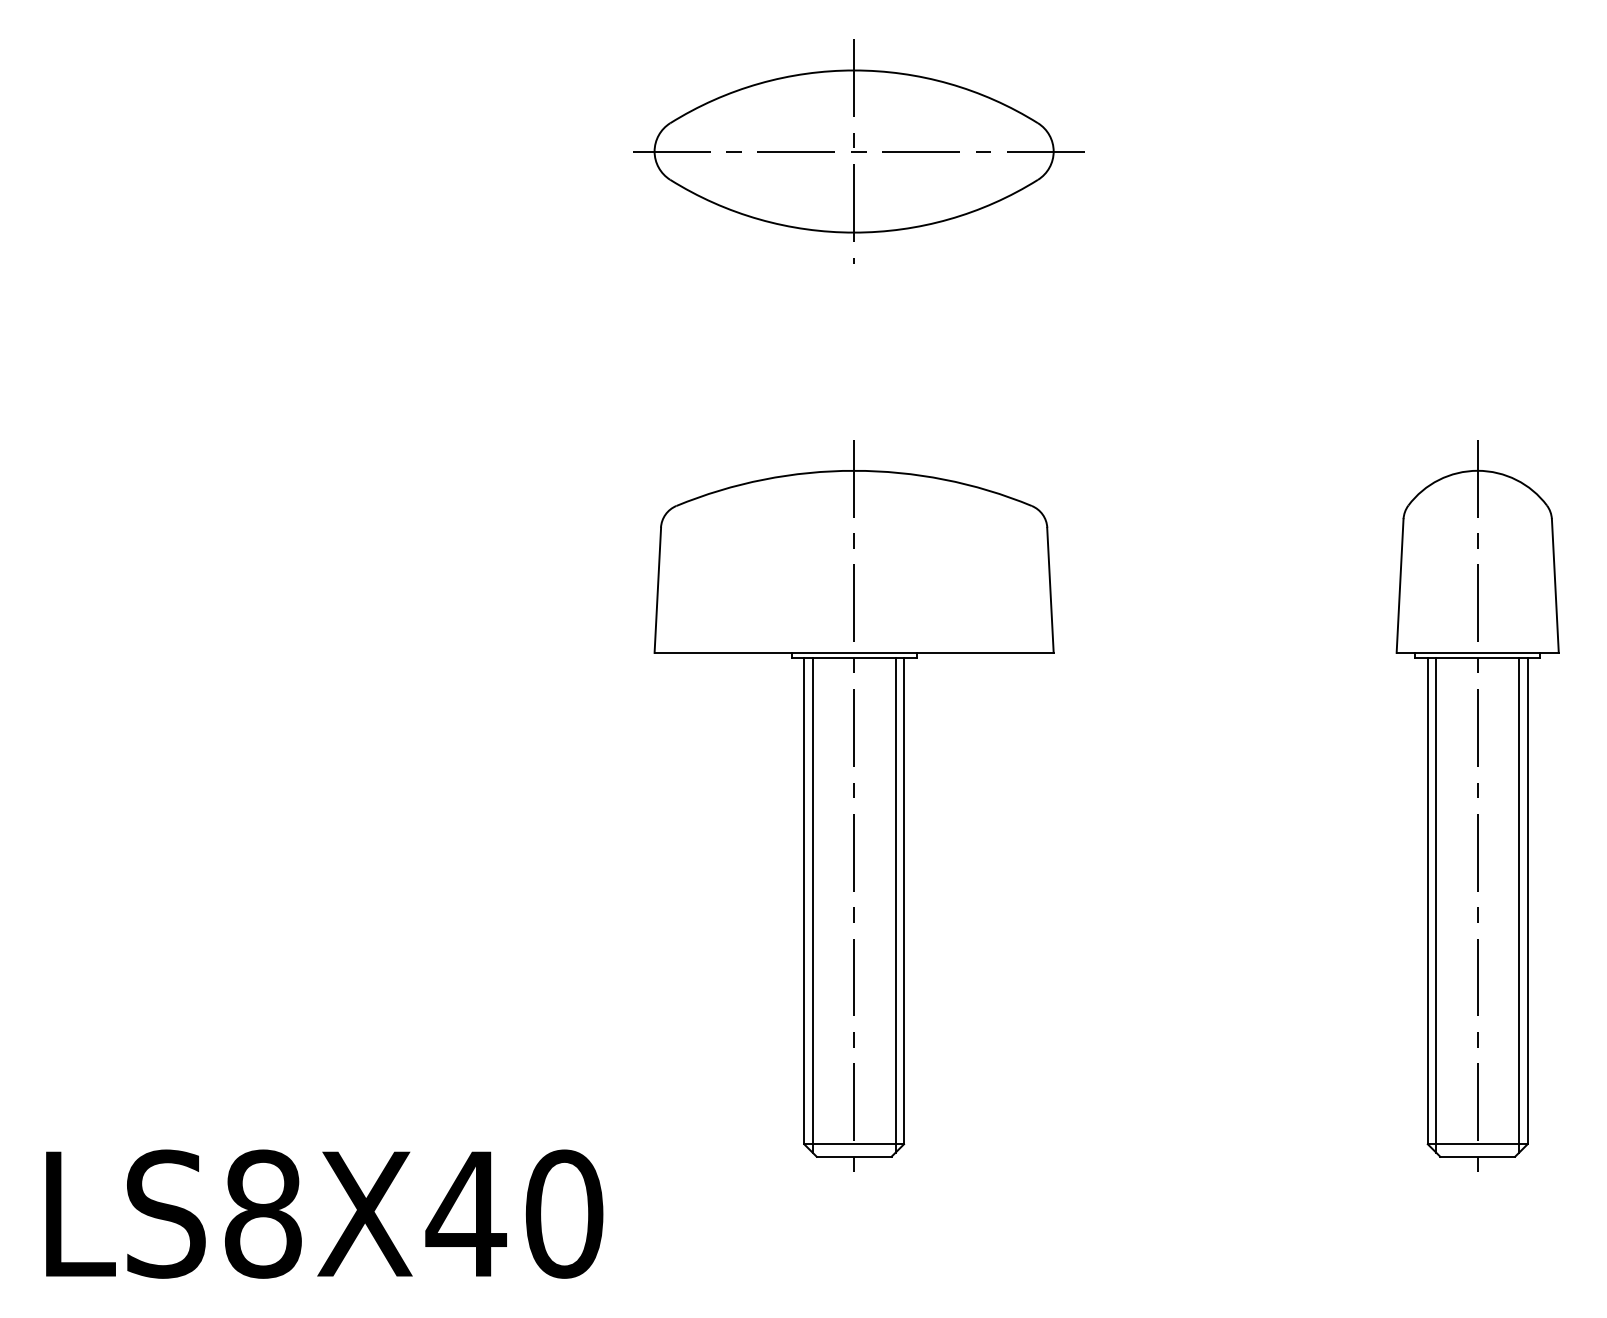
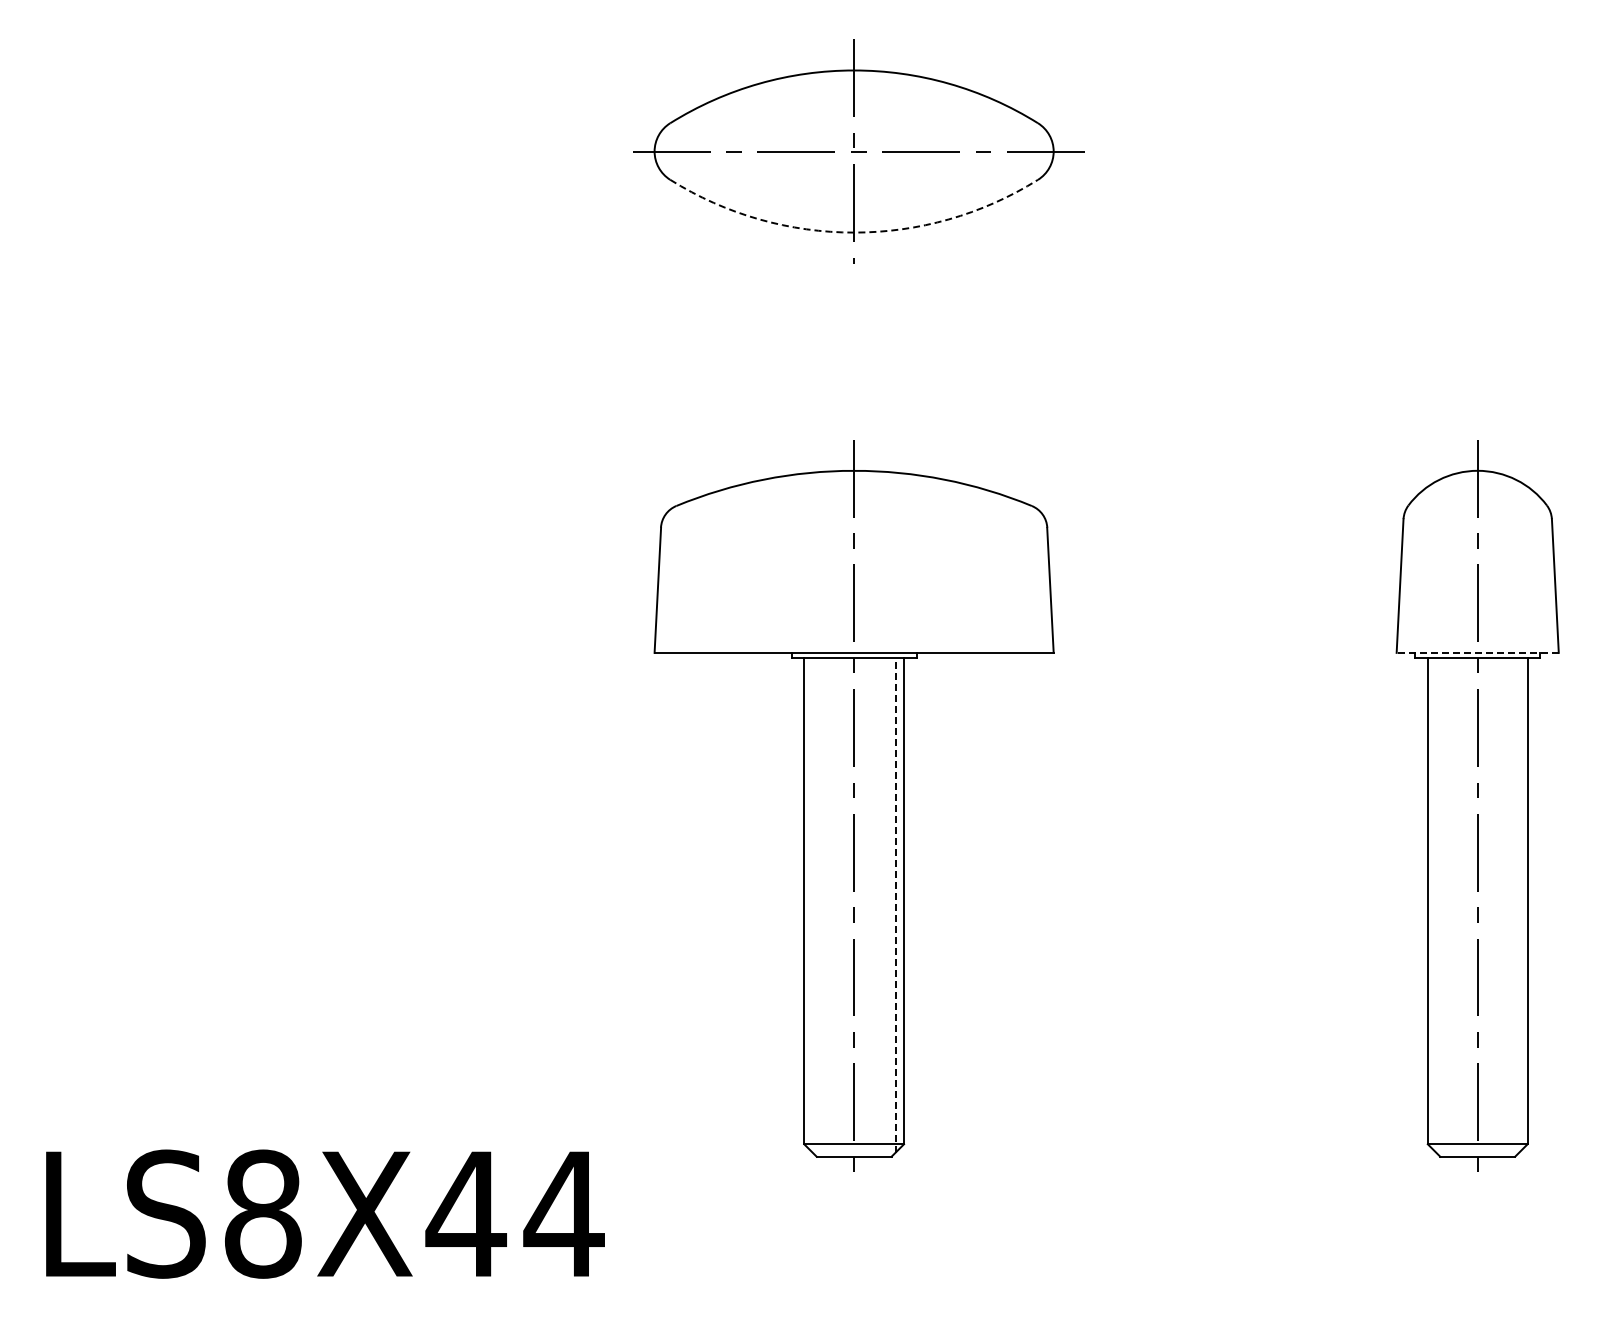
arc at (854, 232): solid -> dashed
line at (1477, 652): solid -> dashed
line at (812, 904): present -> none
line at (895, 904): solid -> dashed
line at (1436, 904): present -> none
line at (1519, 904): present -> none
text at (563, 1213): LS8X40 -> LS8X44
